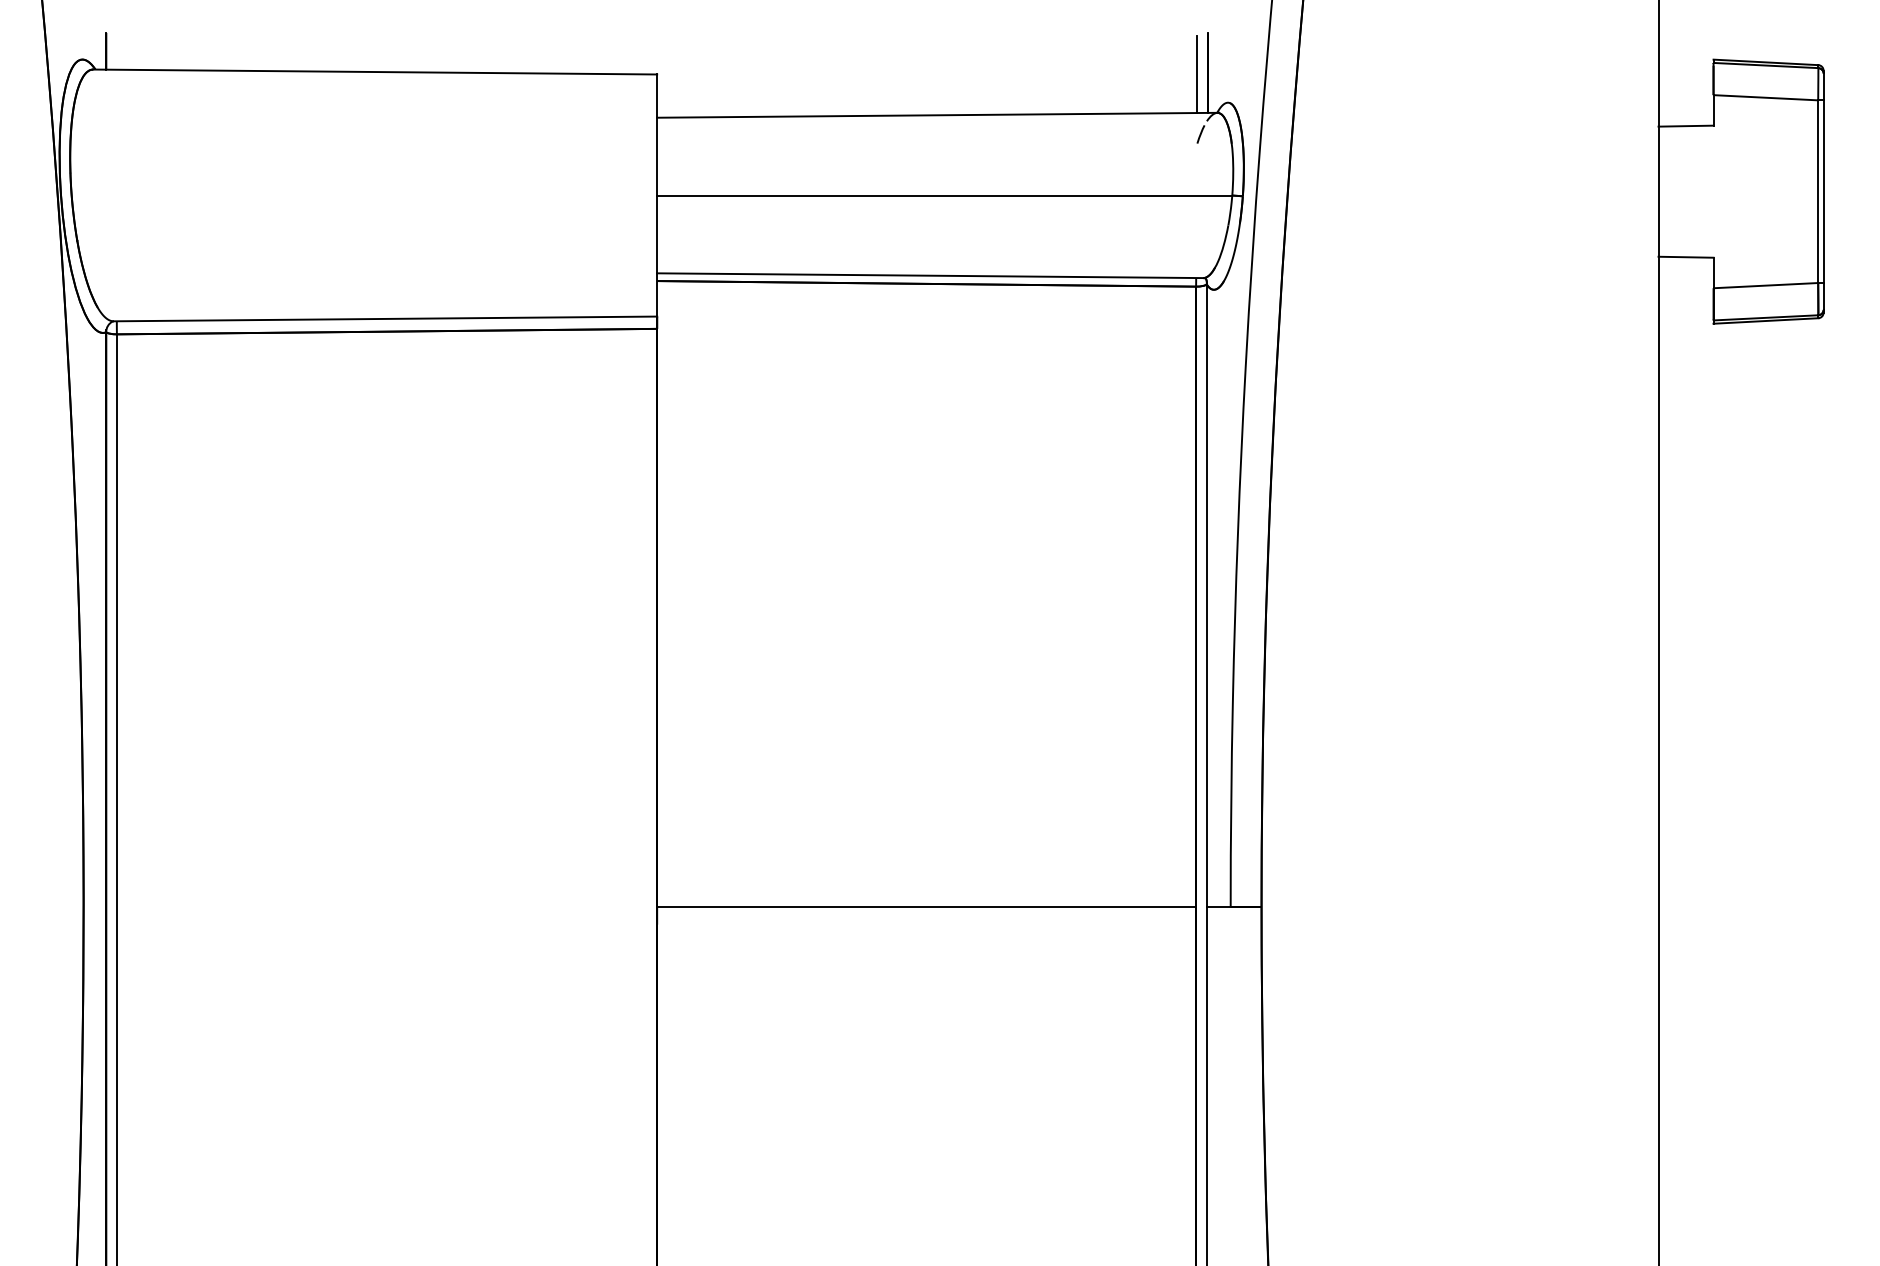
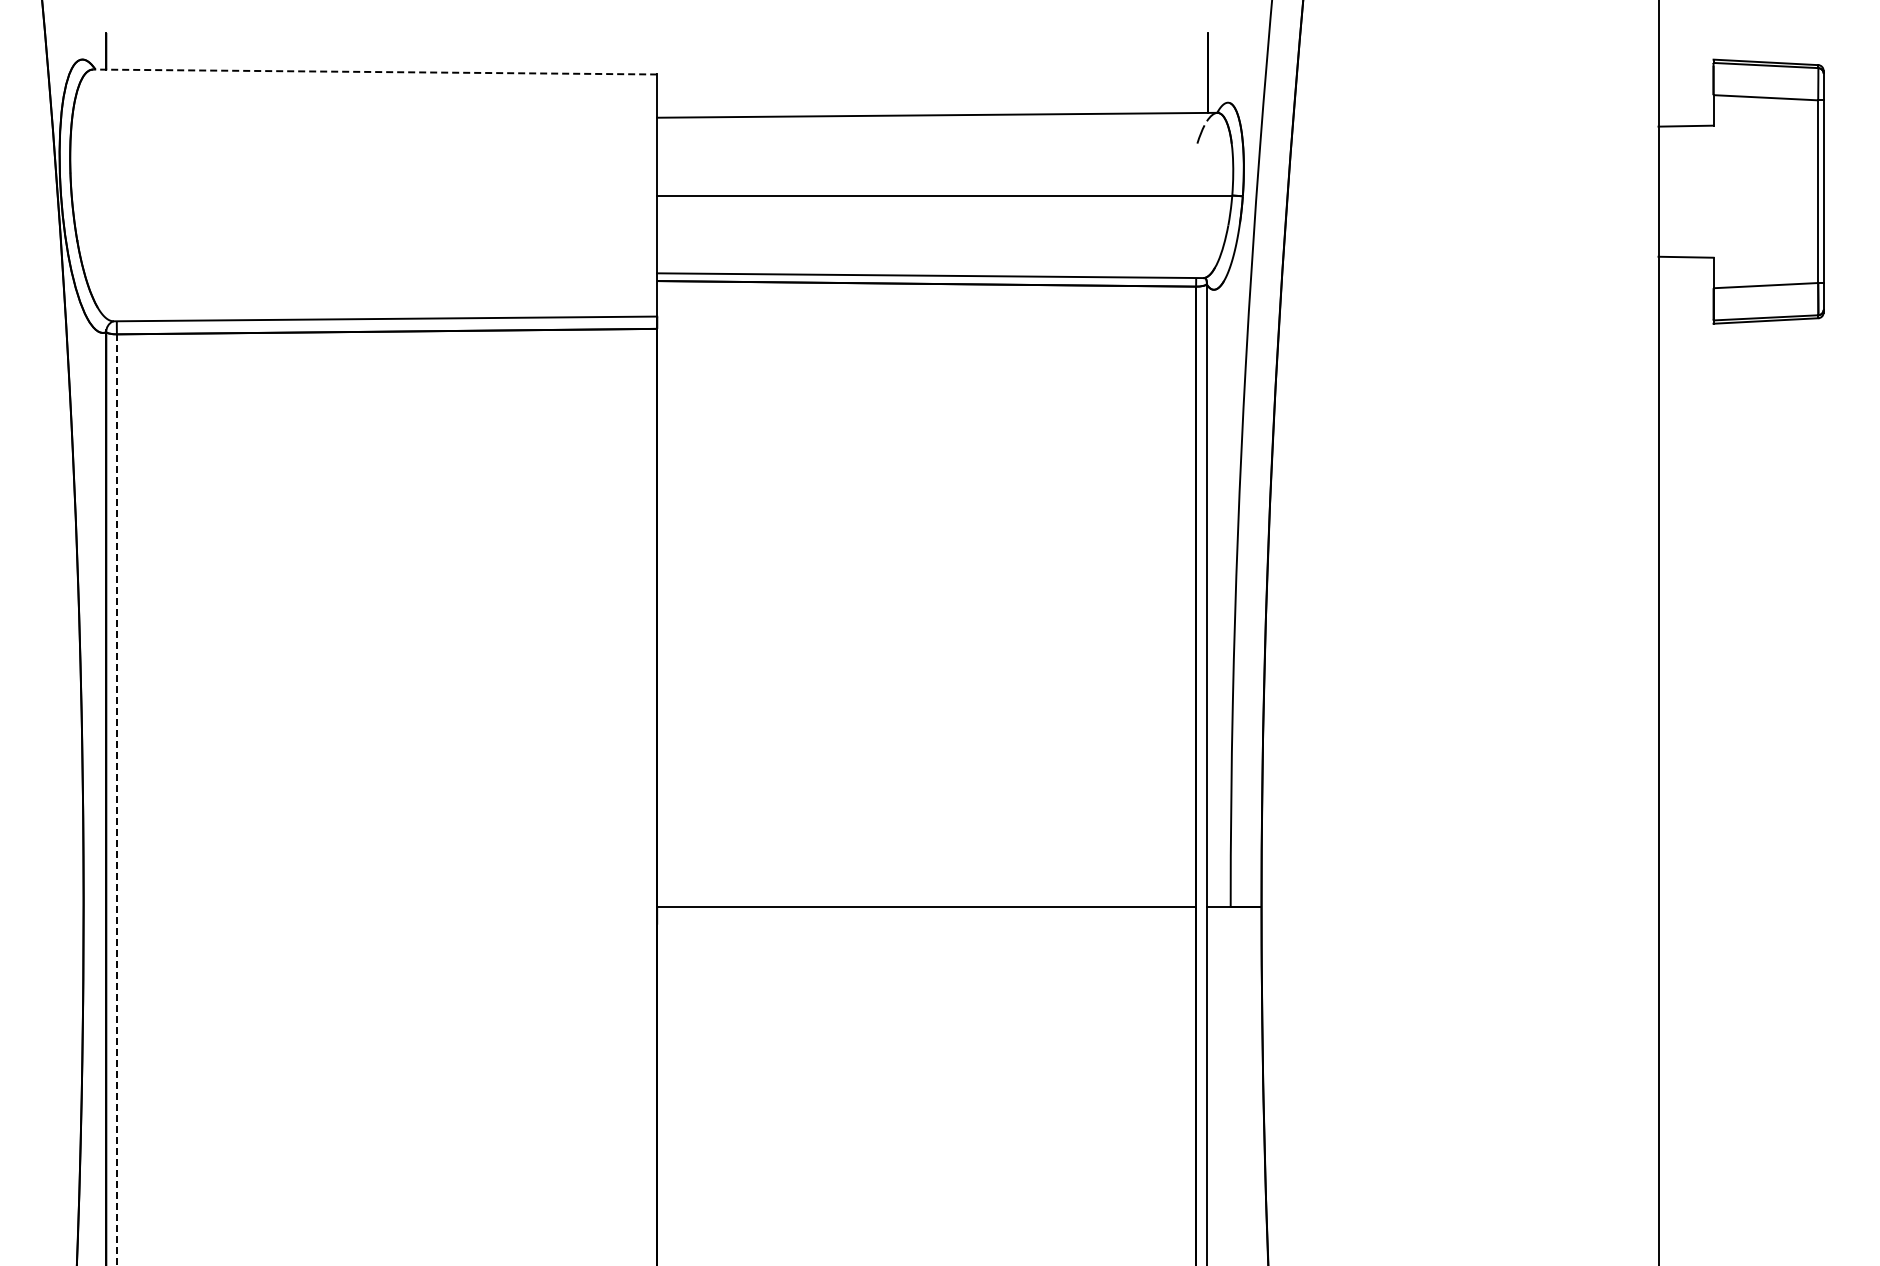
line at (375, 72): solid -> dashed
line at (1197, 74): present -> none
line at (116, 800): solid -> dashed
